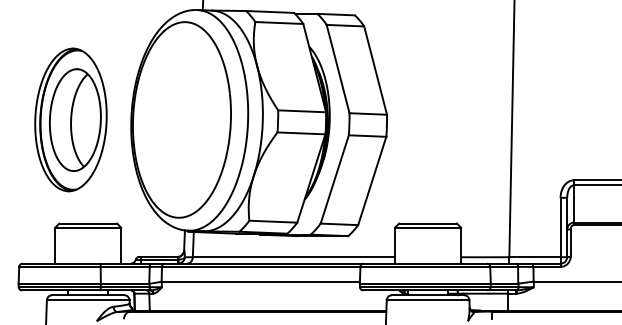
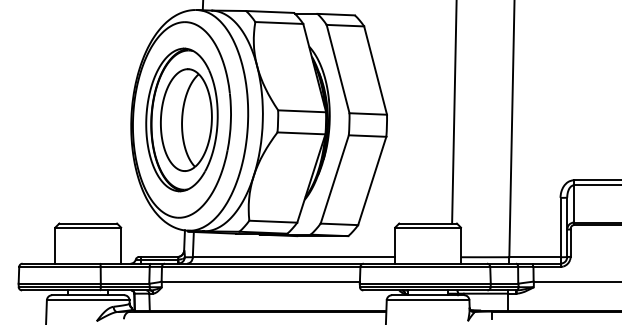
line at (454, 112): none -> present
part at (70, 119) position: (70, 119) -> (181, 119)
